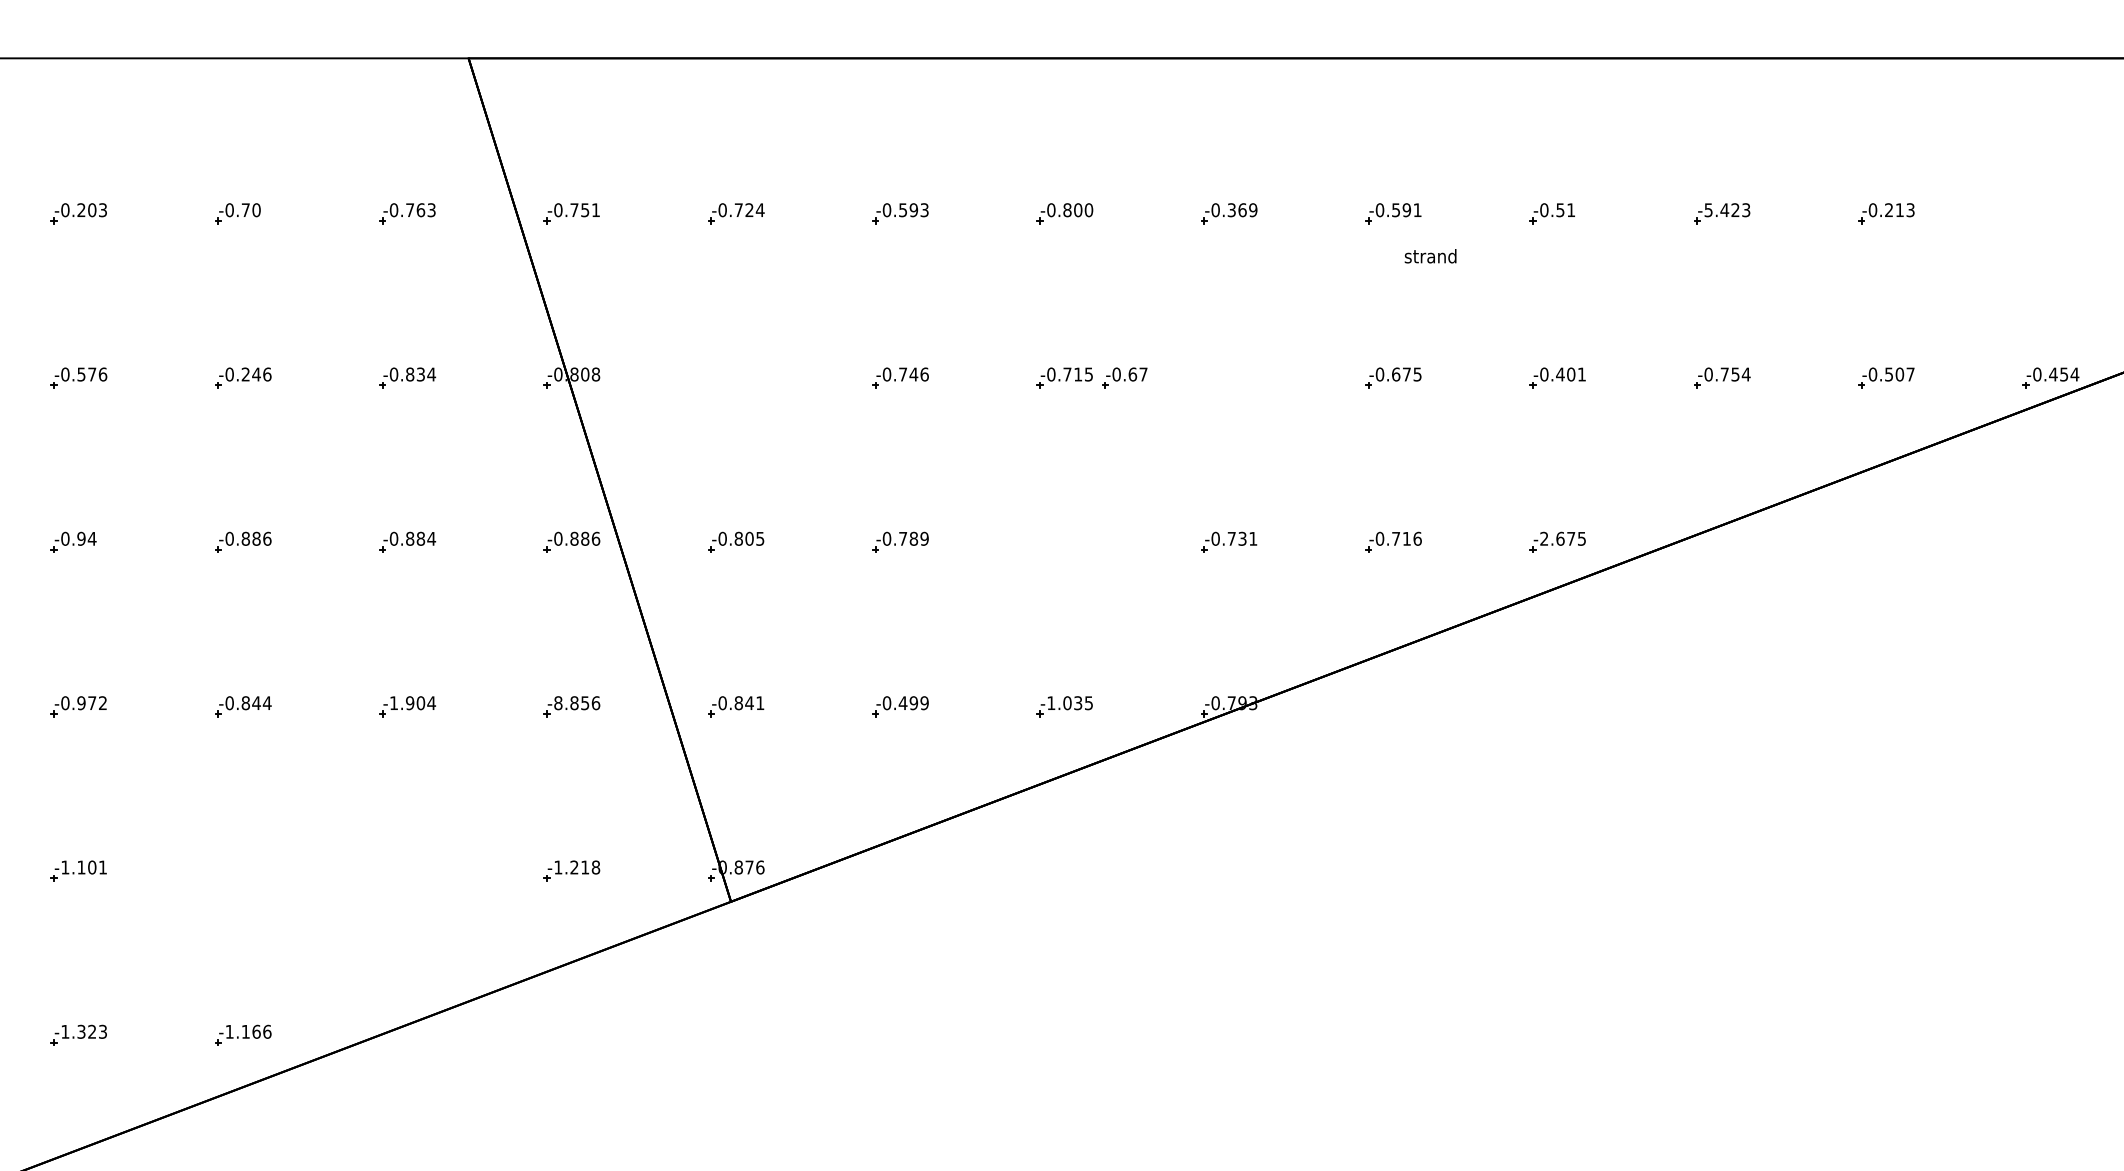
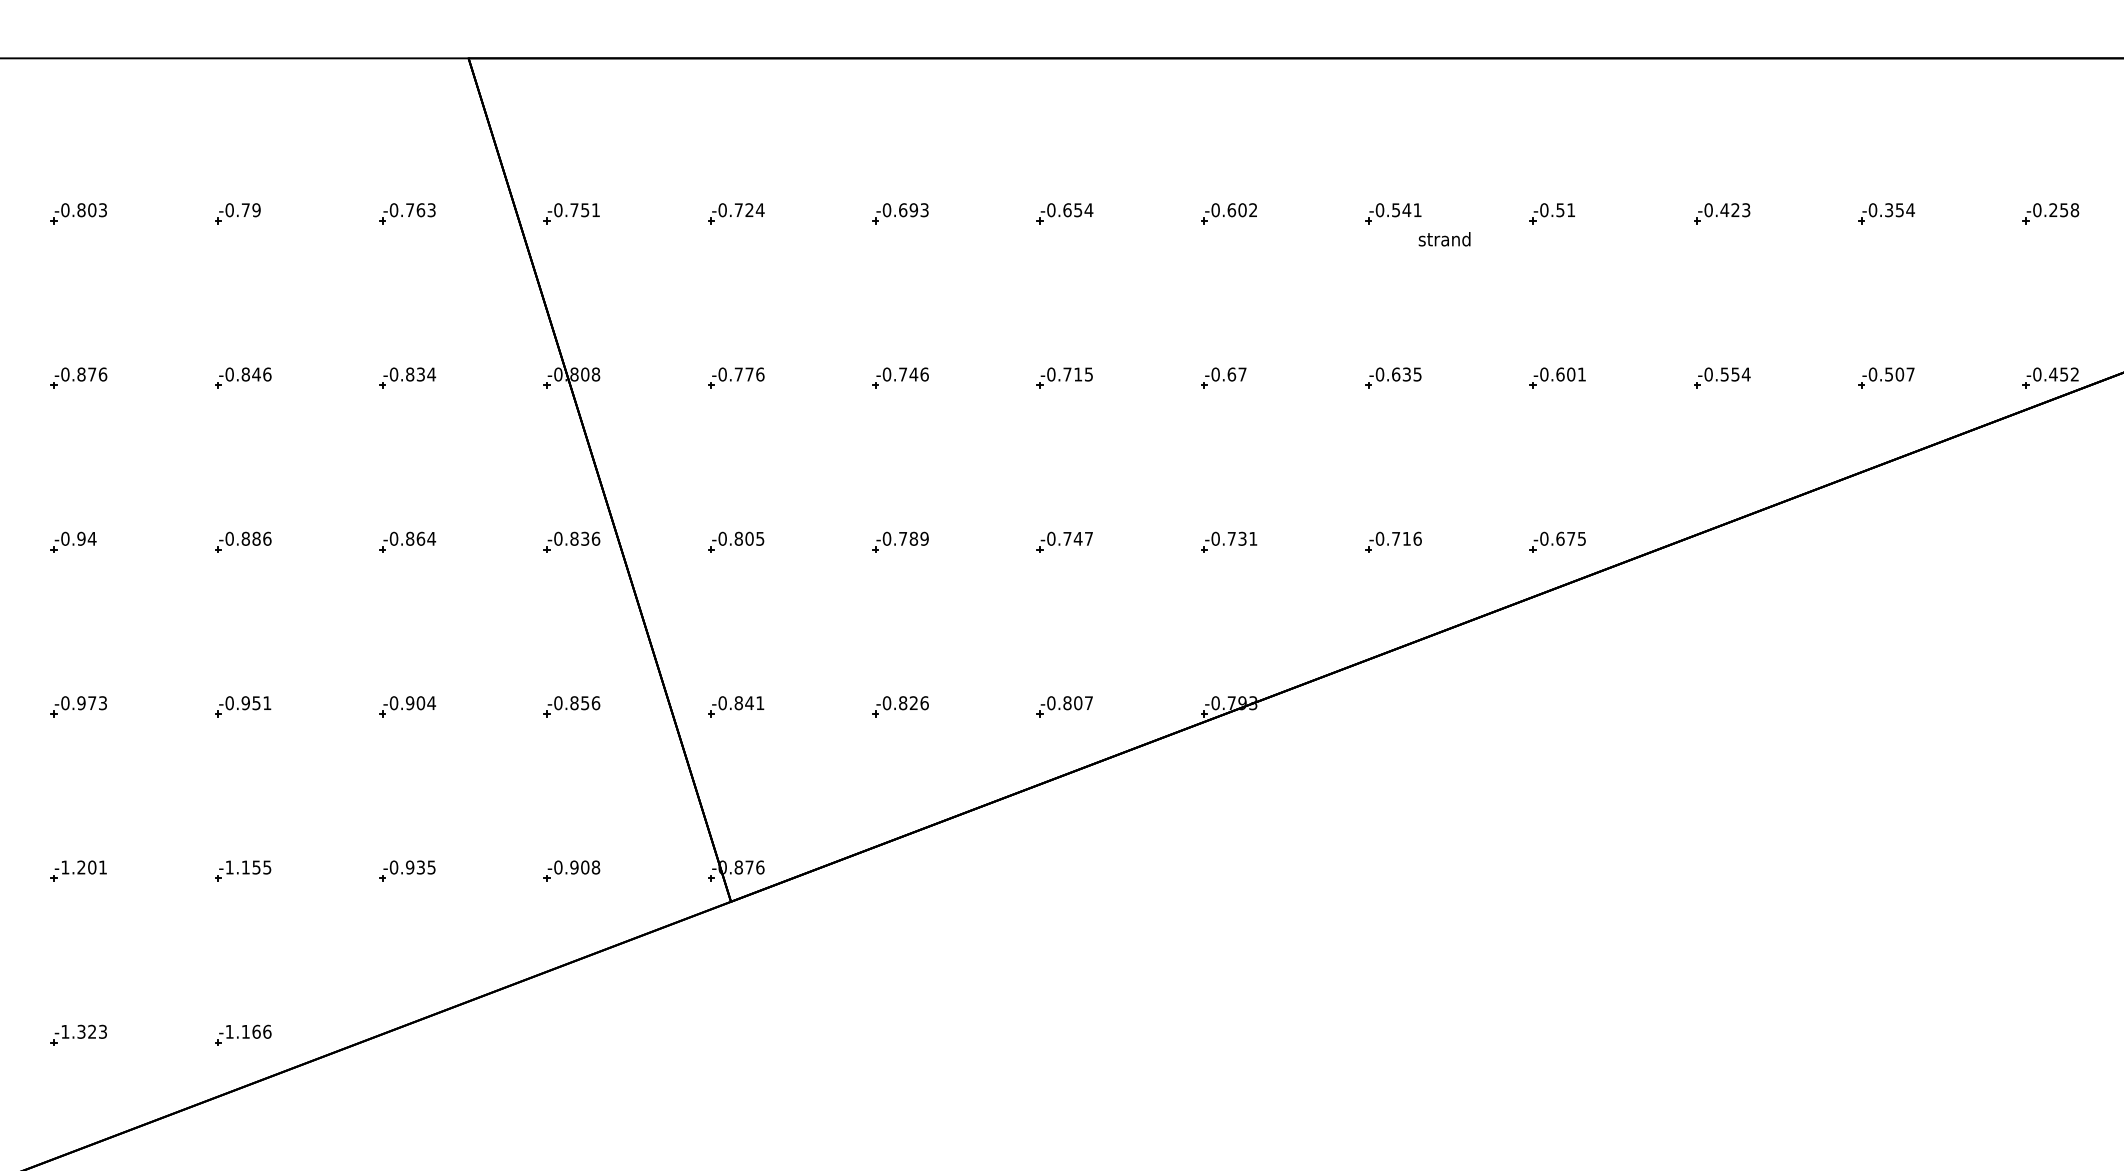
text at (81, 210): -0.203 -> -0.803
text at (256, 210): -0.70 -> -0.79
text at (903, 210): -0.593 -> -0.693
text at (1078, 210): -0.800 -> -0.654
text at (1242, 210): -0.369 -> -0.602
text at (1406, 210): -0.591 -> -0.541
text at (1708, 210): -5.423 -> -0.423
text at (1899, 210): -0.213 -> -0.354
part at (2050, 213): none -> present
text at (1430, 256) position: (1430, 256) -> (1444, 239)
text at (81, 374): -0.576 -> -0.876
text at (245, 374): -0.246 -> -0.846
text at (1406, 374): -0.675 -> -0.635
text at (1560, 374): -0.401 -> -0.601
text at (1724, 374): -0.754 -> -0.554
text at (2074, 374): -0.454 -> -0.452
part at (736, 377): none -> present
part at (1124, 377) position: (1124, 377) -> (1223, 377)
text at (420, 538): -0.884 -> -0.864
text at (585, 538): -0.886 -> -0.836
text at (1544, 538): -2.675 -> -0.675
part at (1064, 541): none -> present
text at (558, 702): -8.856 -> -0.856
text at (102, 703): -0.972 -> -0.973
text at (256, 703): -0.844 -> -0.951
text at (393, 703): -1.904 -> -0.904
text at (913, 703): -0.499 -> -0.826
text at (1069, 703): -1.035 -> -0.807
text at (81, 867): -1.101 -> -1.201
text at (571, 867): -1.218 -> -0.908
part at (243, 870): none -> present
part at (407, 870): none -> present
